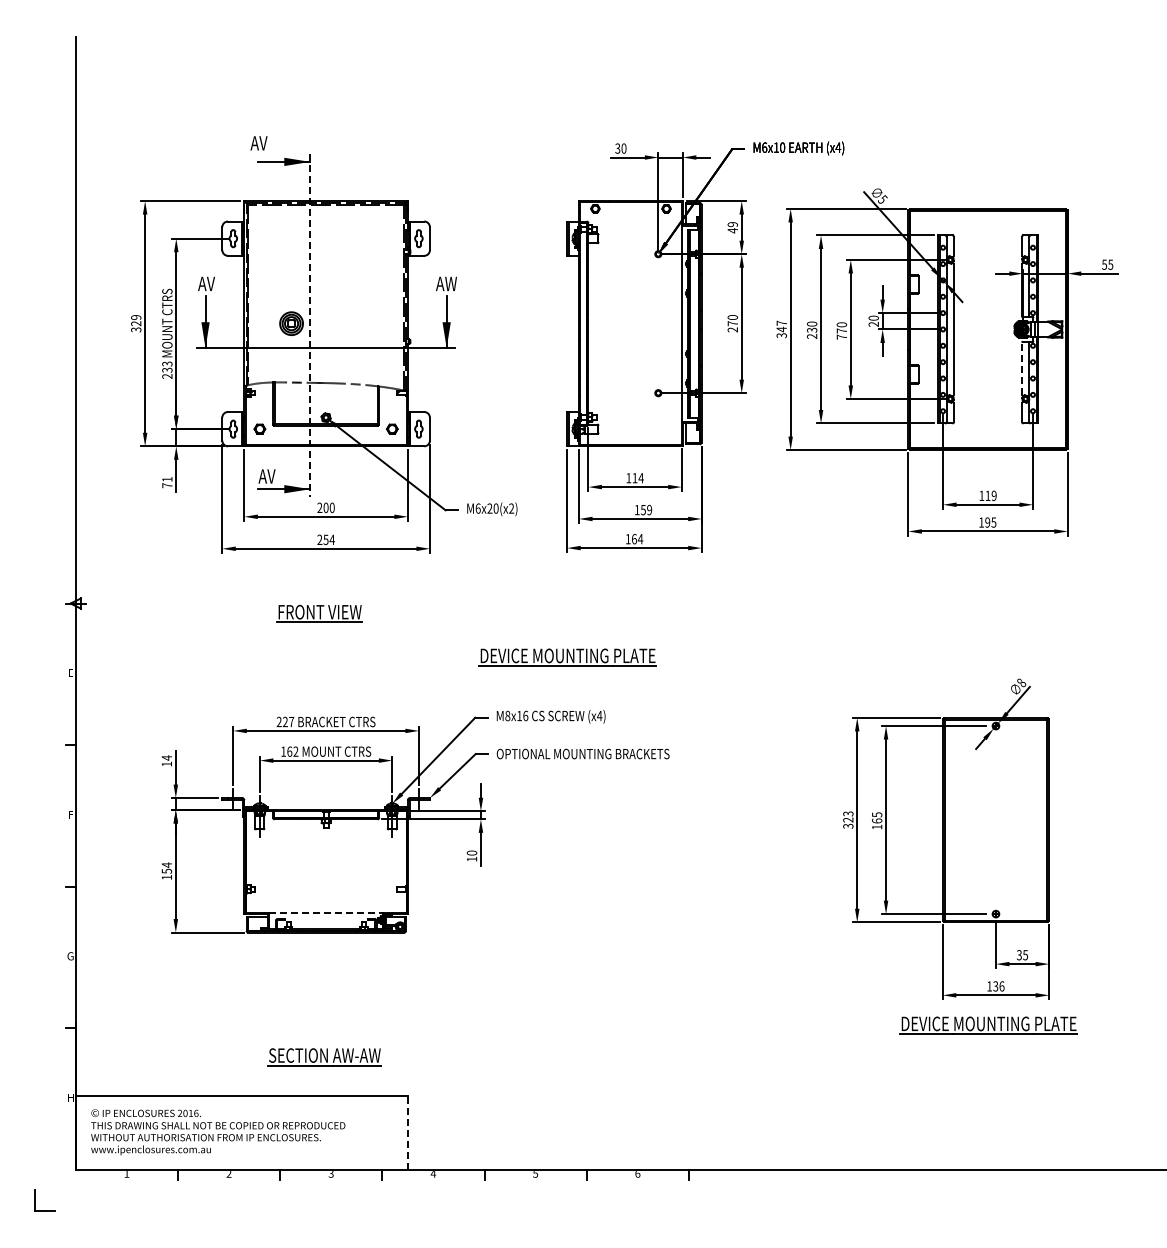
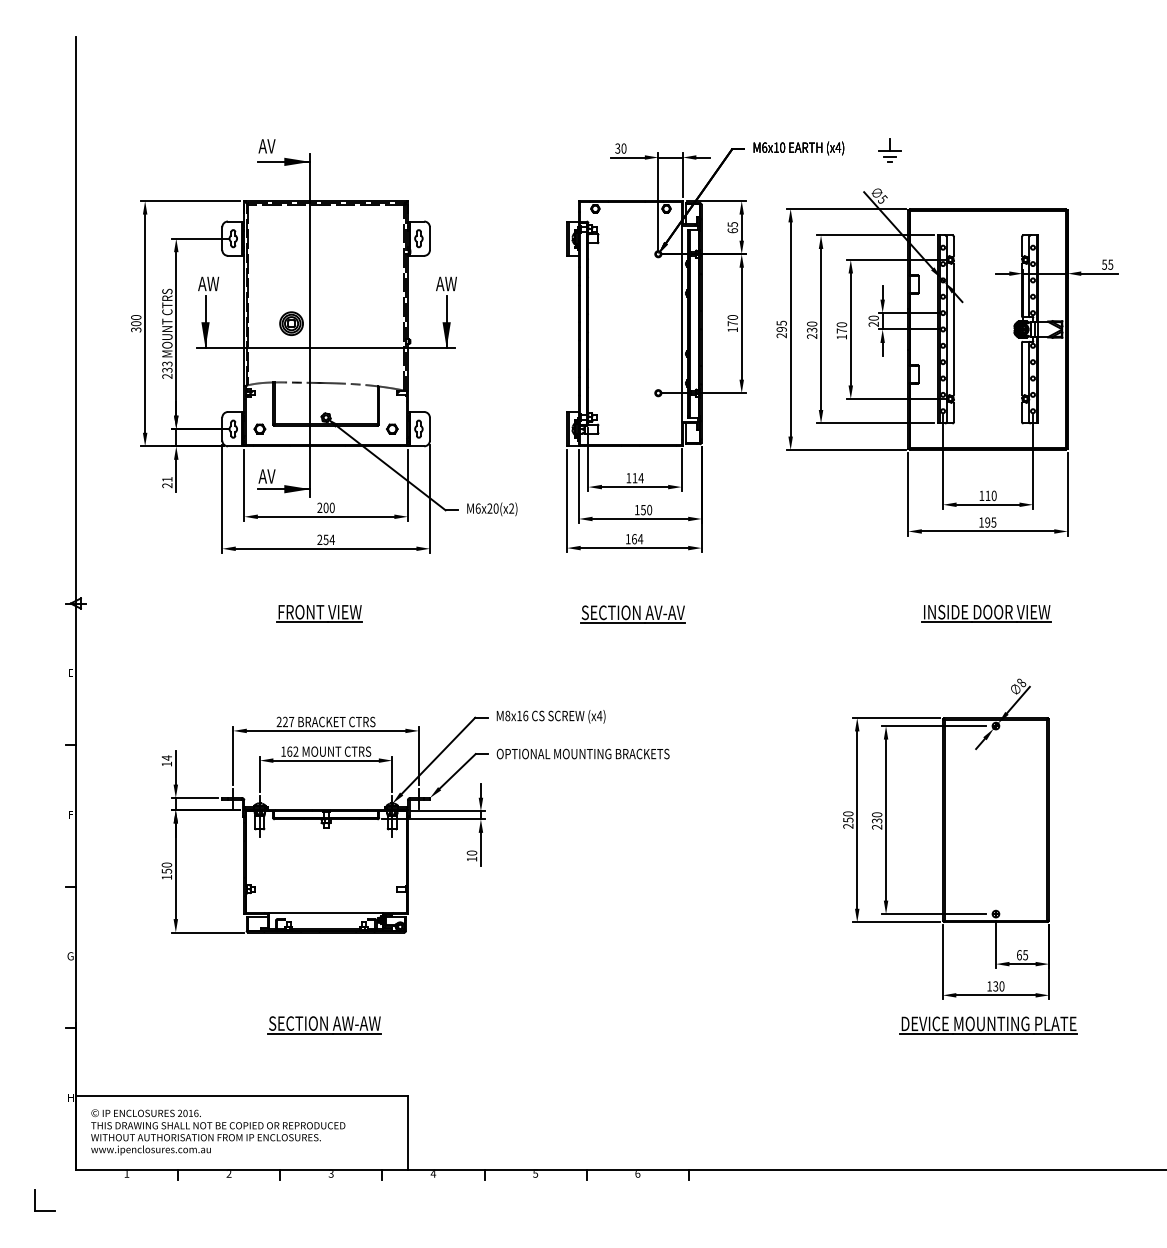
text at (258, 143) position: (258, 143) -> (266, 146)
part at (889, 150): none -> present
text at (732, 227): 49 -> 65
text at (213, 283): AV -> AW
text at (136, 320): 329 -> 300
line at (310, 325): dashed -> solid
text at (732, 329): 270 -> 170
text at (781, 329): 347 -> 295
text at (841, 336): 770 -> 170
line at (1021, 368): dashed -> solid
text at (167, 485): 71 -> 21
text at (993, 495): 119 -> 110
text at (649, 510): 159 -> 150
part at (986, 613): none -> present
part at (632, 614): none -> present
part at (567, 657): present -> none
text at (848, 819): 323 -> 250
text at (876, 820): 165 -> 230
text at (166, 864): 154 -> 150
line at (326, 912): dashed -> solid
text at (1019, 955): 35 -> 65
text at (1001, 986): 136 -> 130
part at (324, 1057) position: (324, 1057) -> (324, 1025)
line at (408, 1132): dashed -> solid
